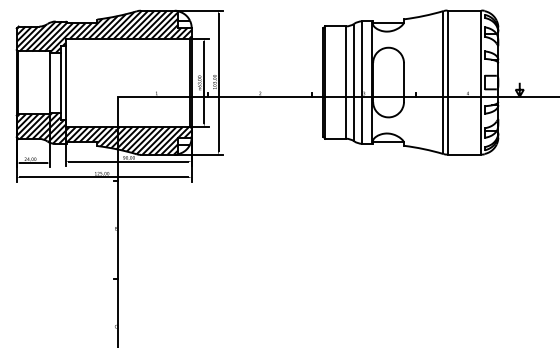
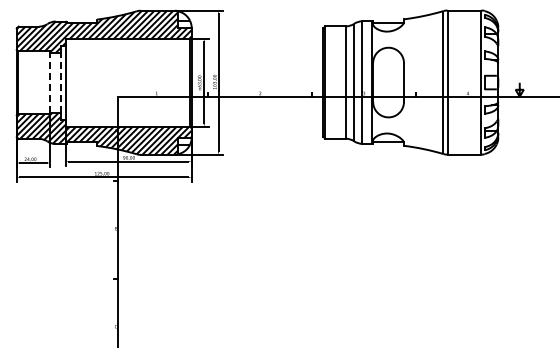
line at (50, 82): solid -> dashed
line at (60, 82): solid -> dashed
